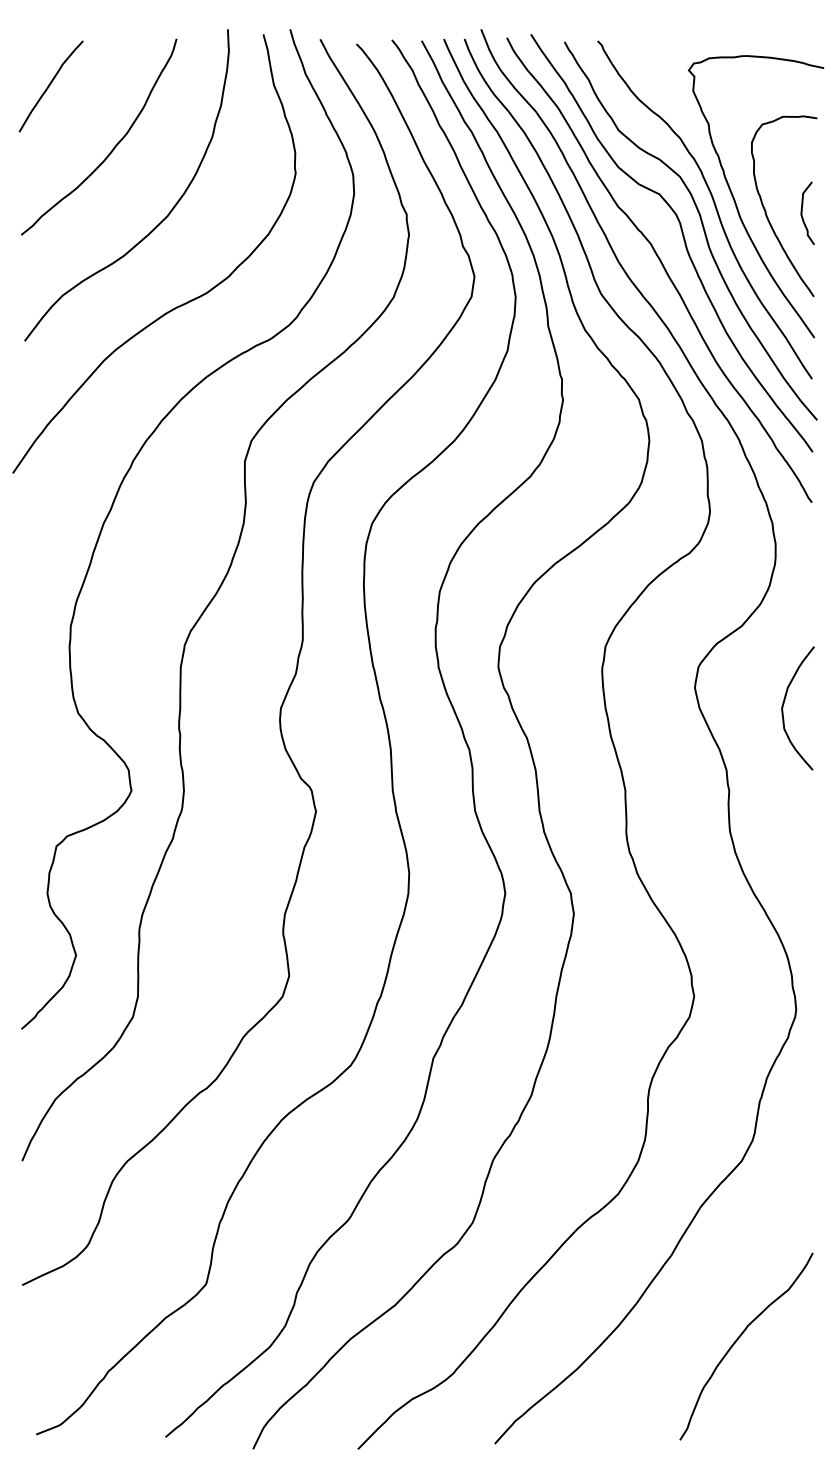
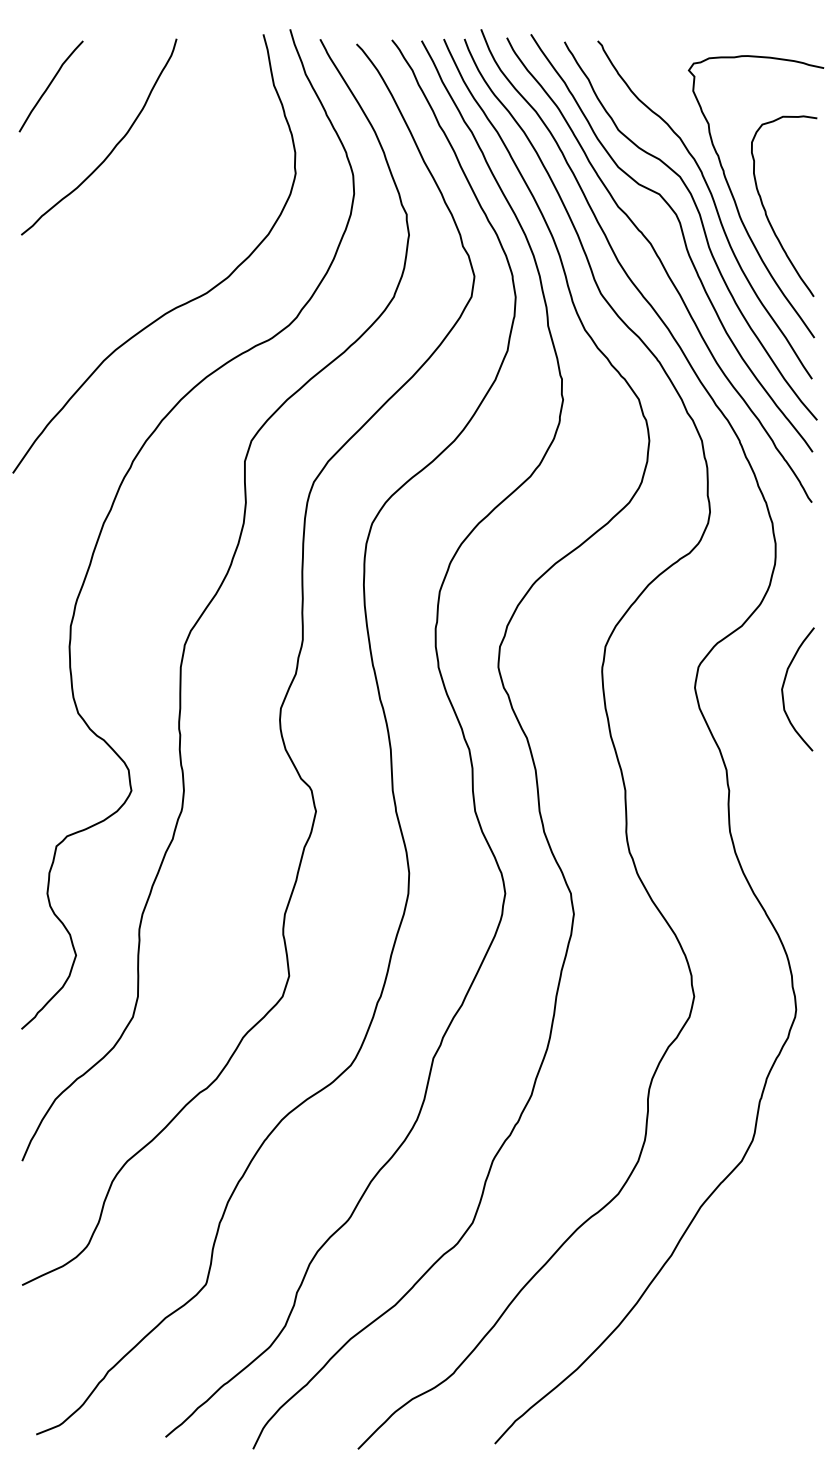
curve at (802, 213): present -> none
curve at (161, 220): present -> none
curve at (784, 704) position: (784, 704) -> (784, 685)
curve at (739, 1338): present -> none
